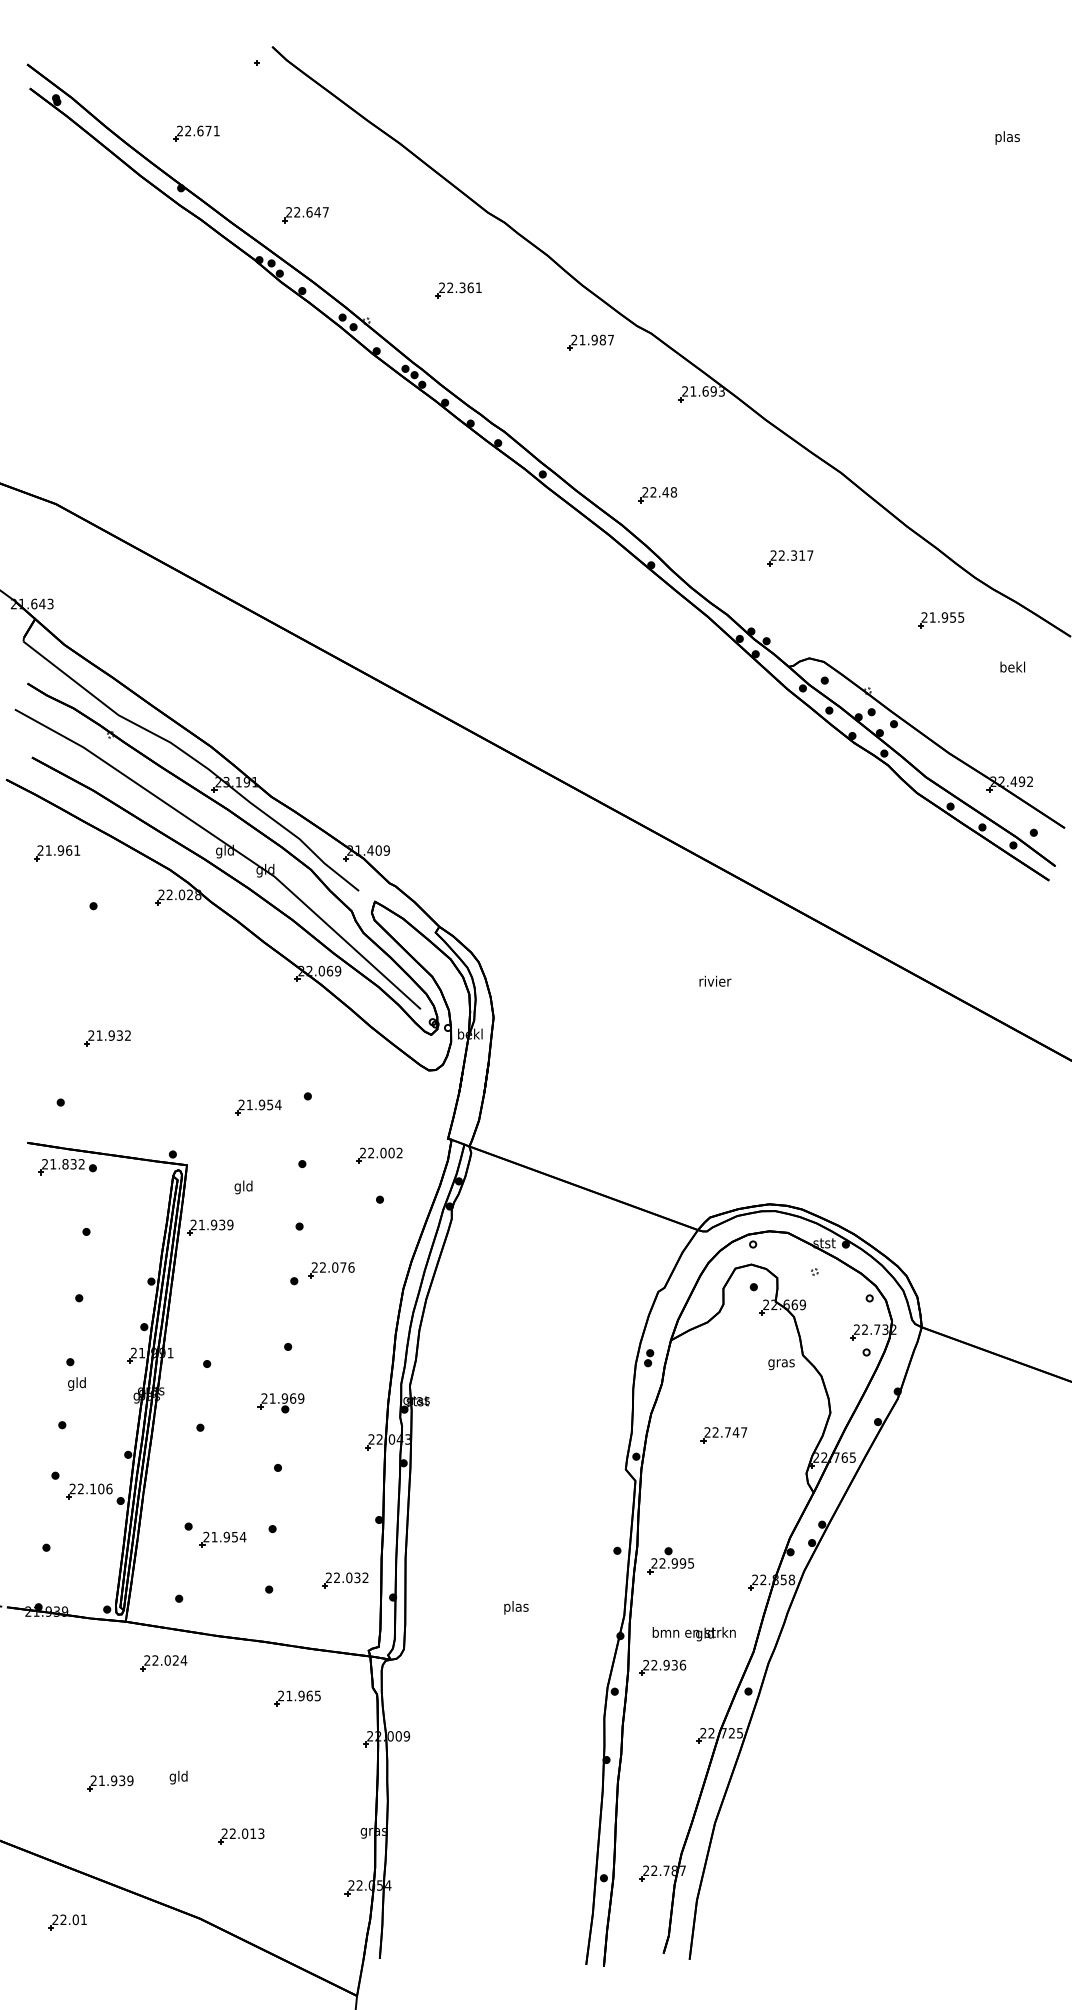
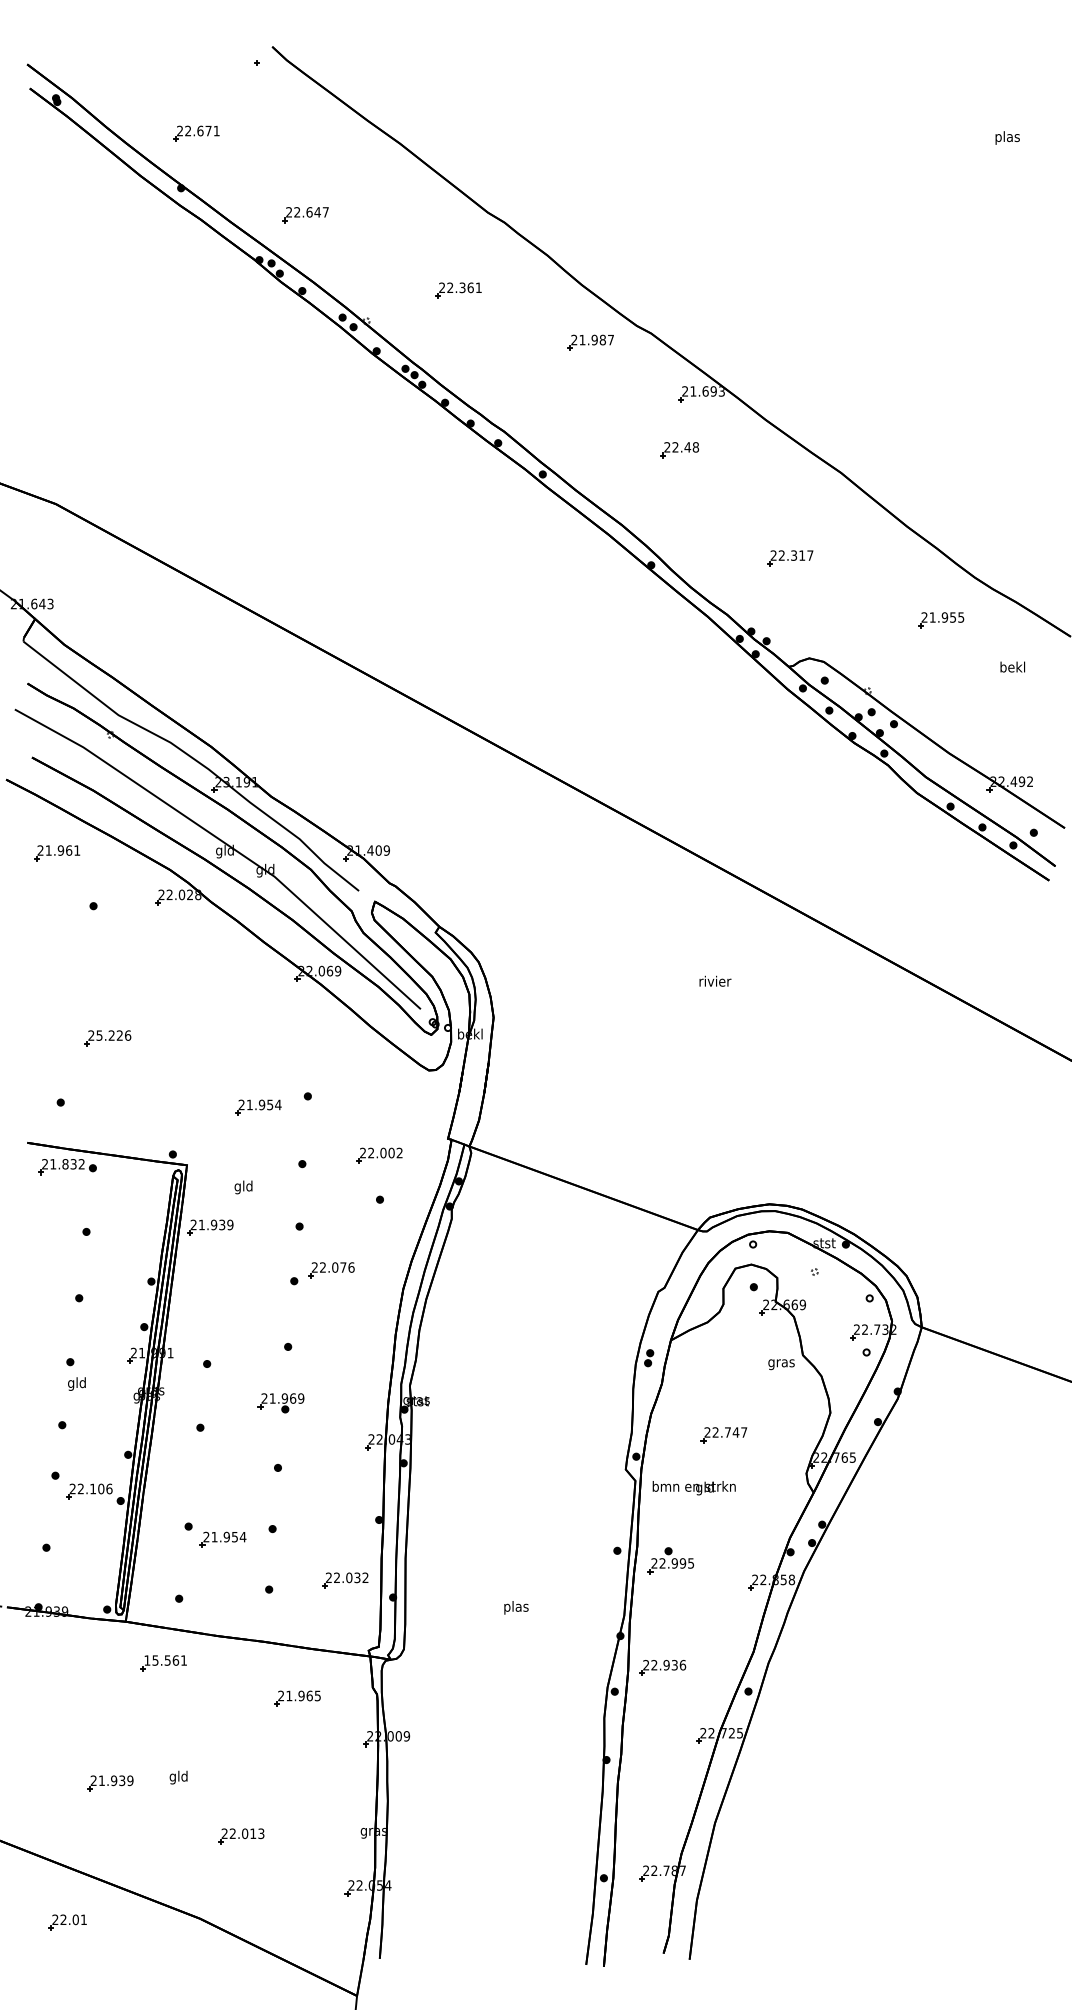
part at (657, 495) position: (657, 495) -> (679, 450)
text at (113, 1035): 21.932 -> 25.226
text at (693, 1634) position: (693, 1634) -> (693, 1488)
text at (165, 1660): 22.024 -> 15.561
